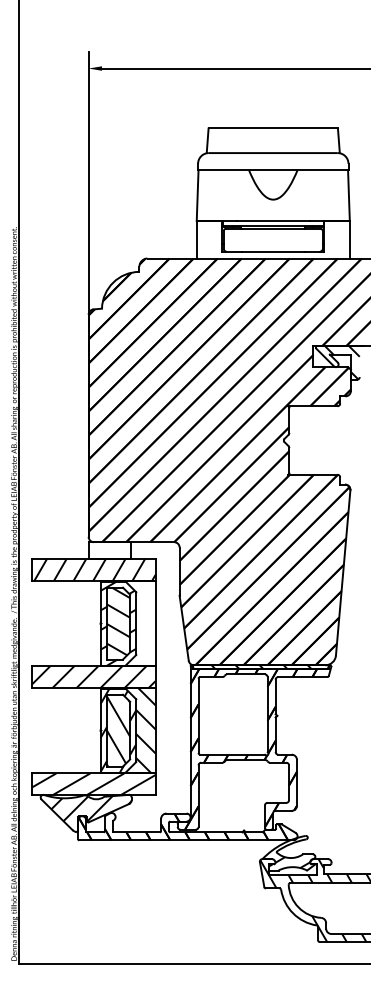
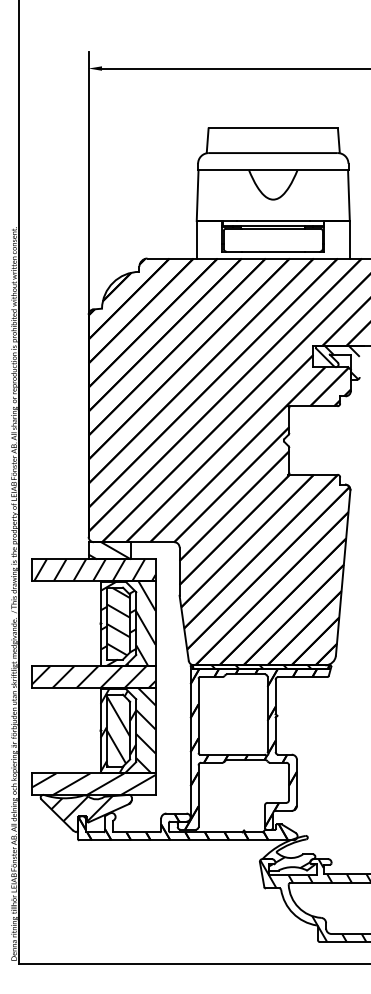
hatch at (109, 550): none -> present
hatch at (131, 623): none -> present
